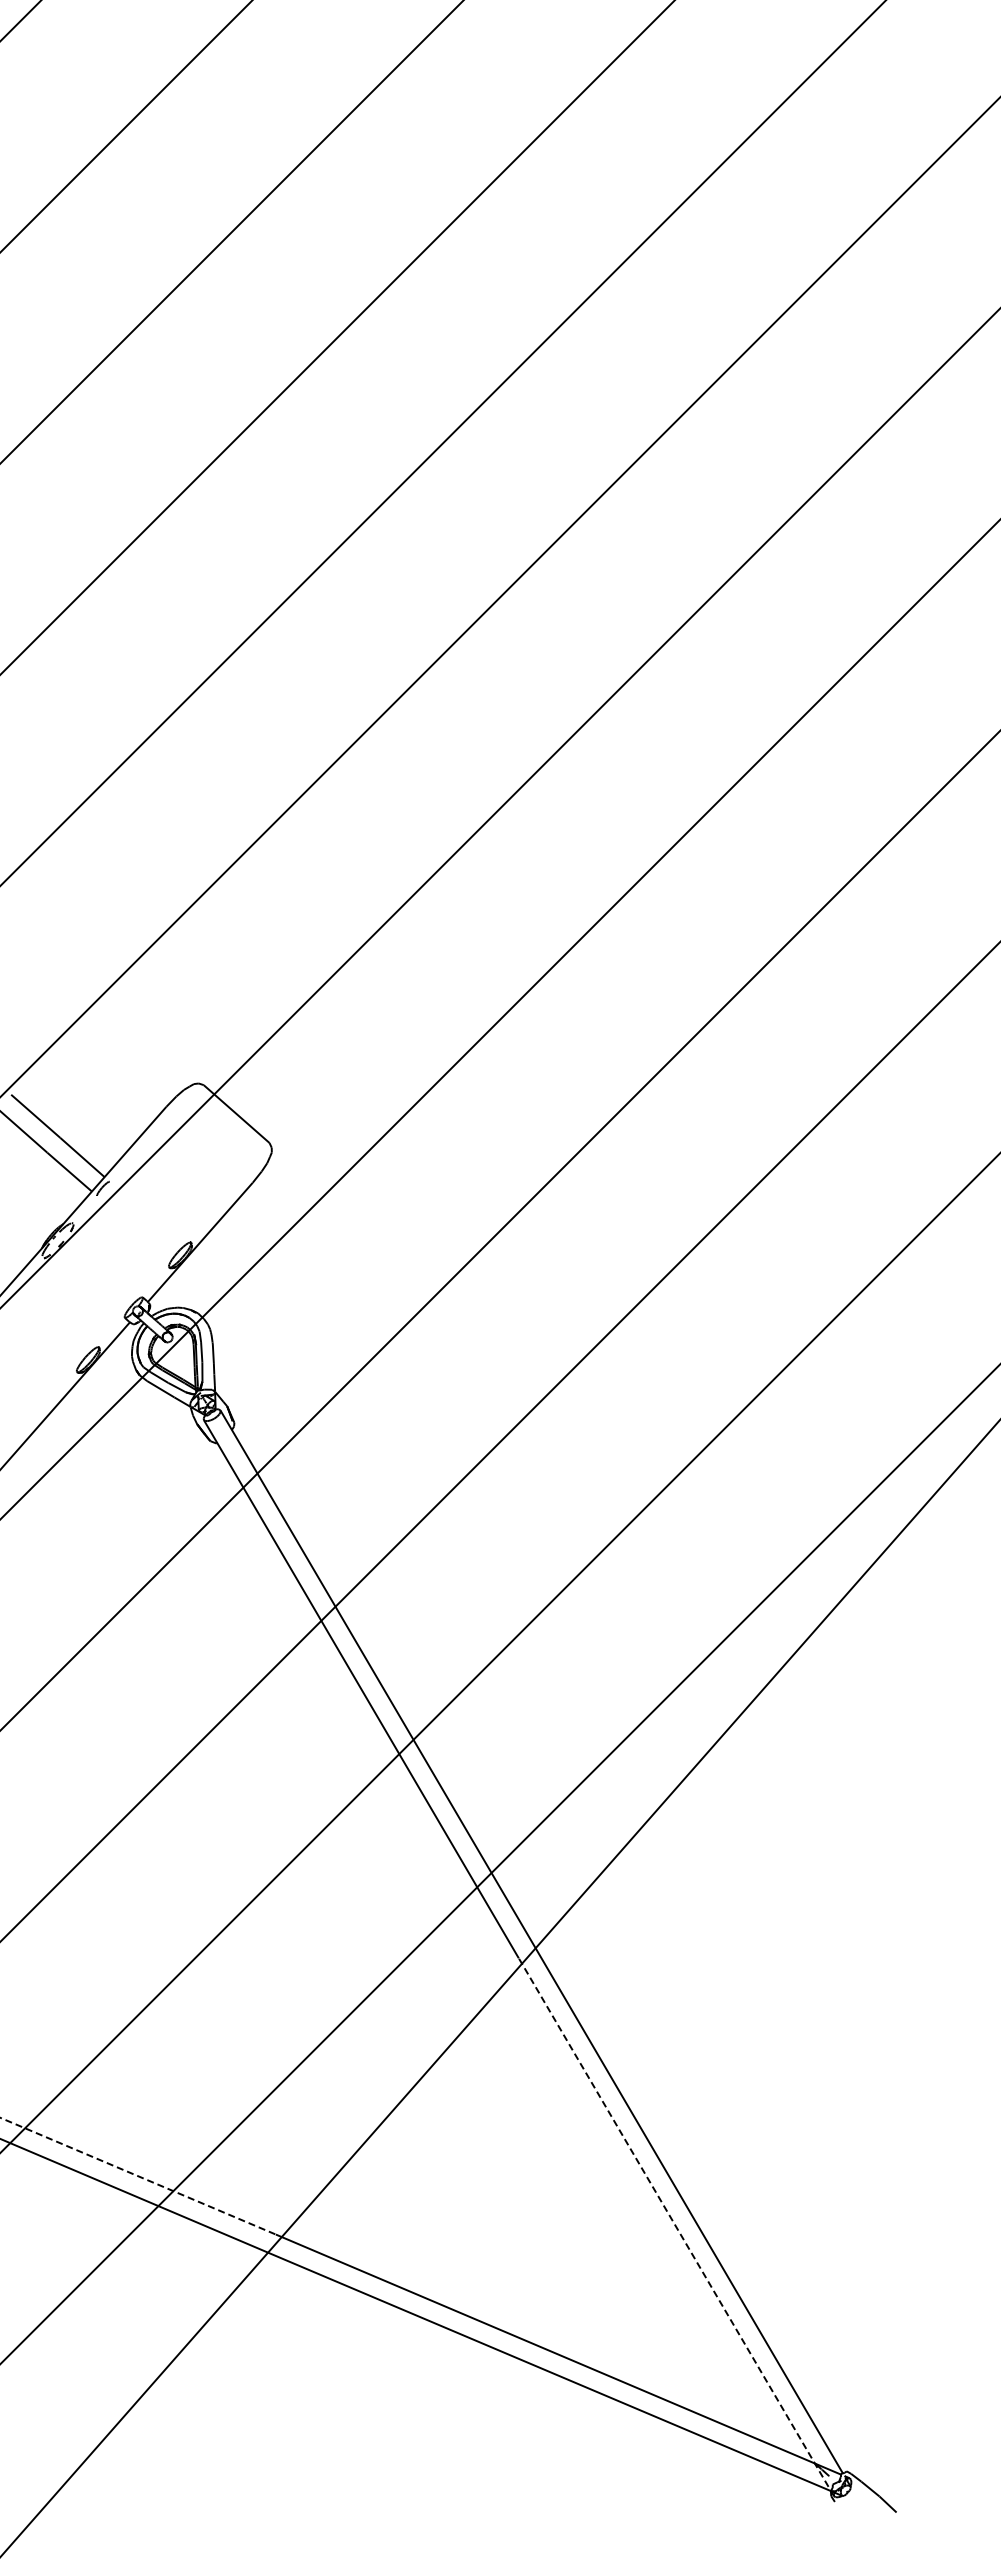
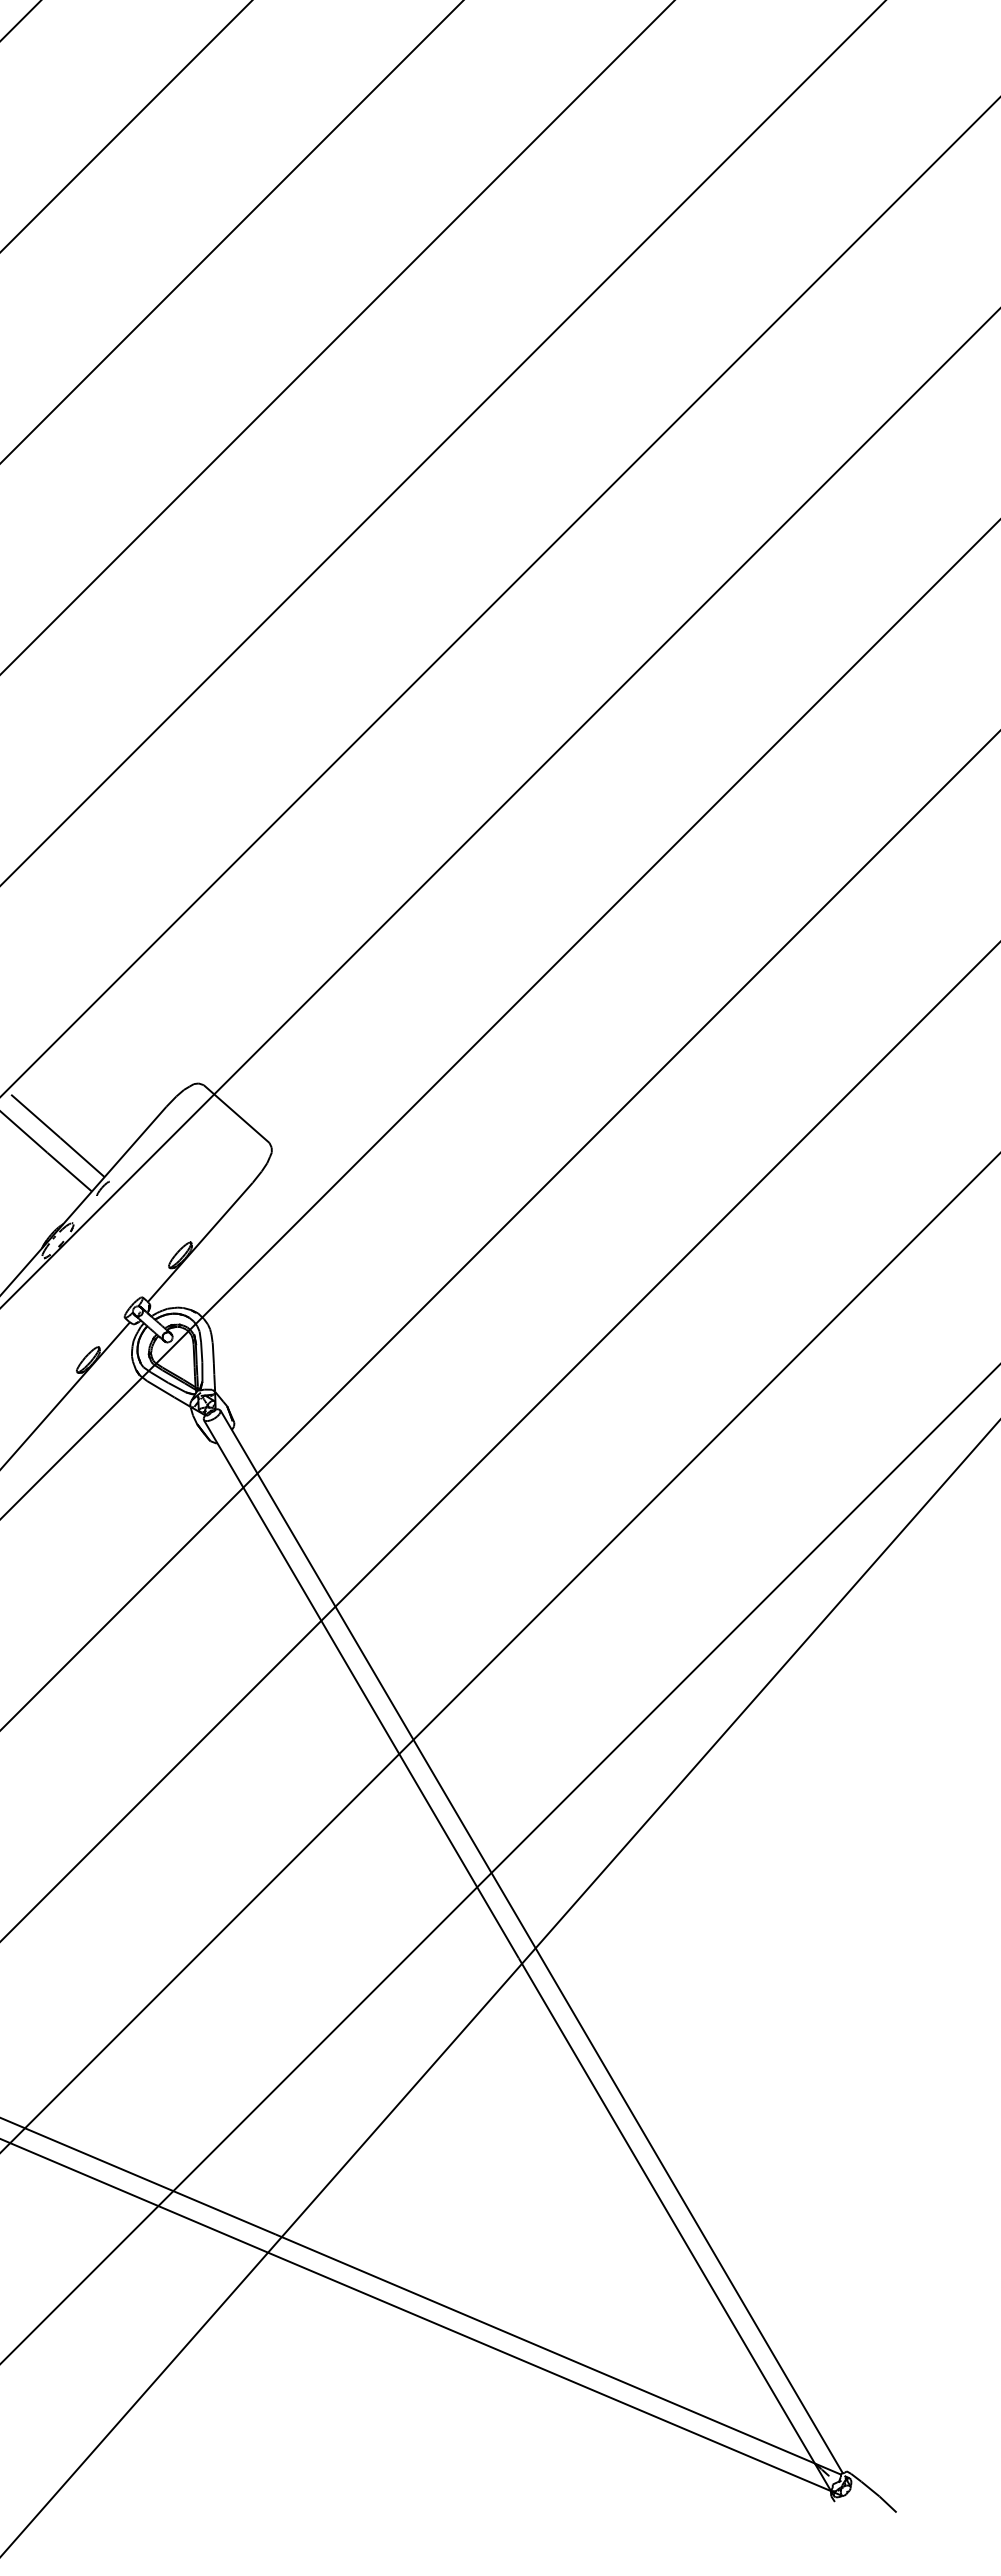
line at (138, 2176): dashed -> solid
line at (676, 2227): dashed -> solid
